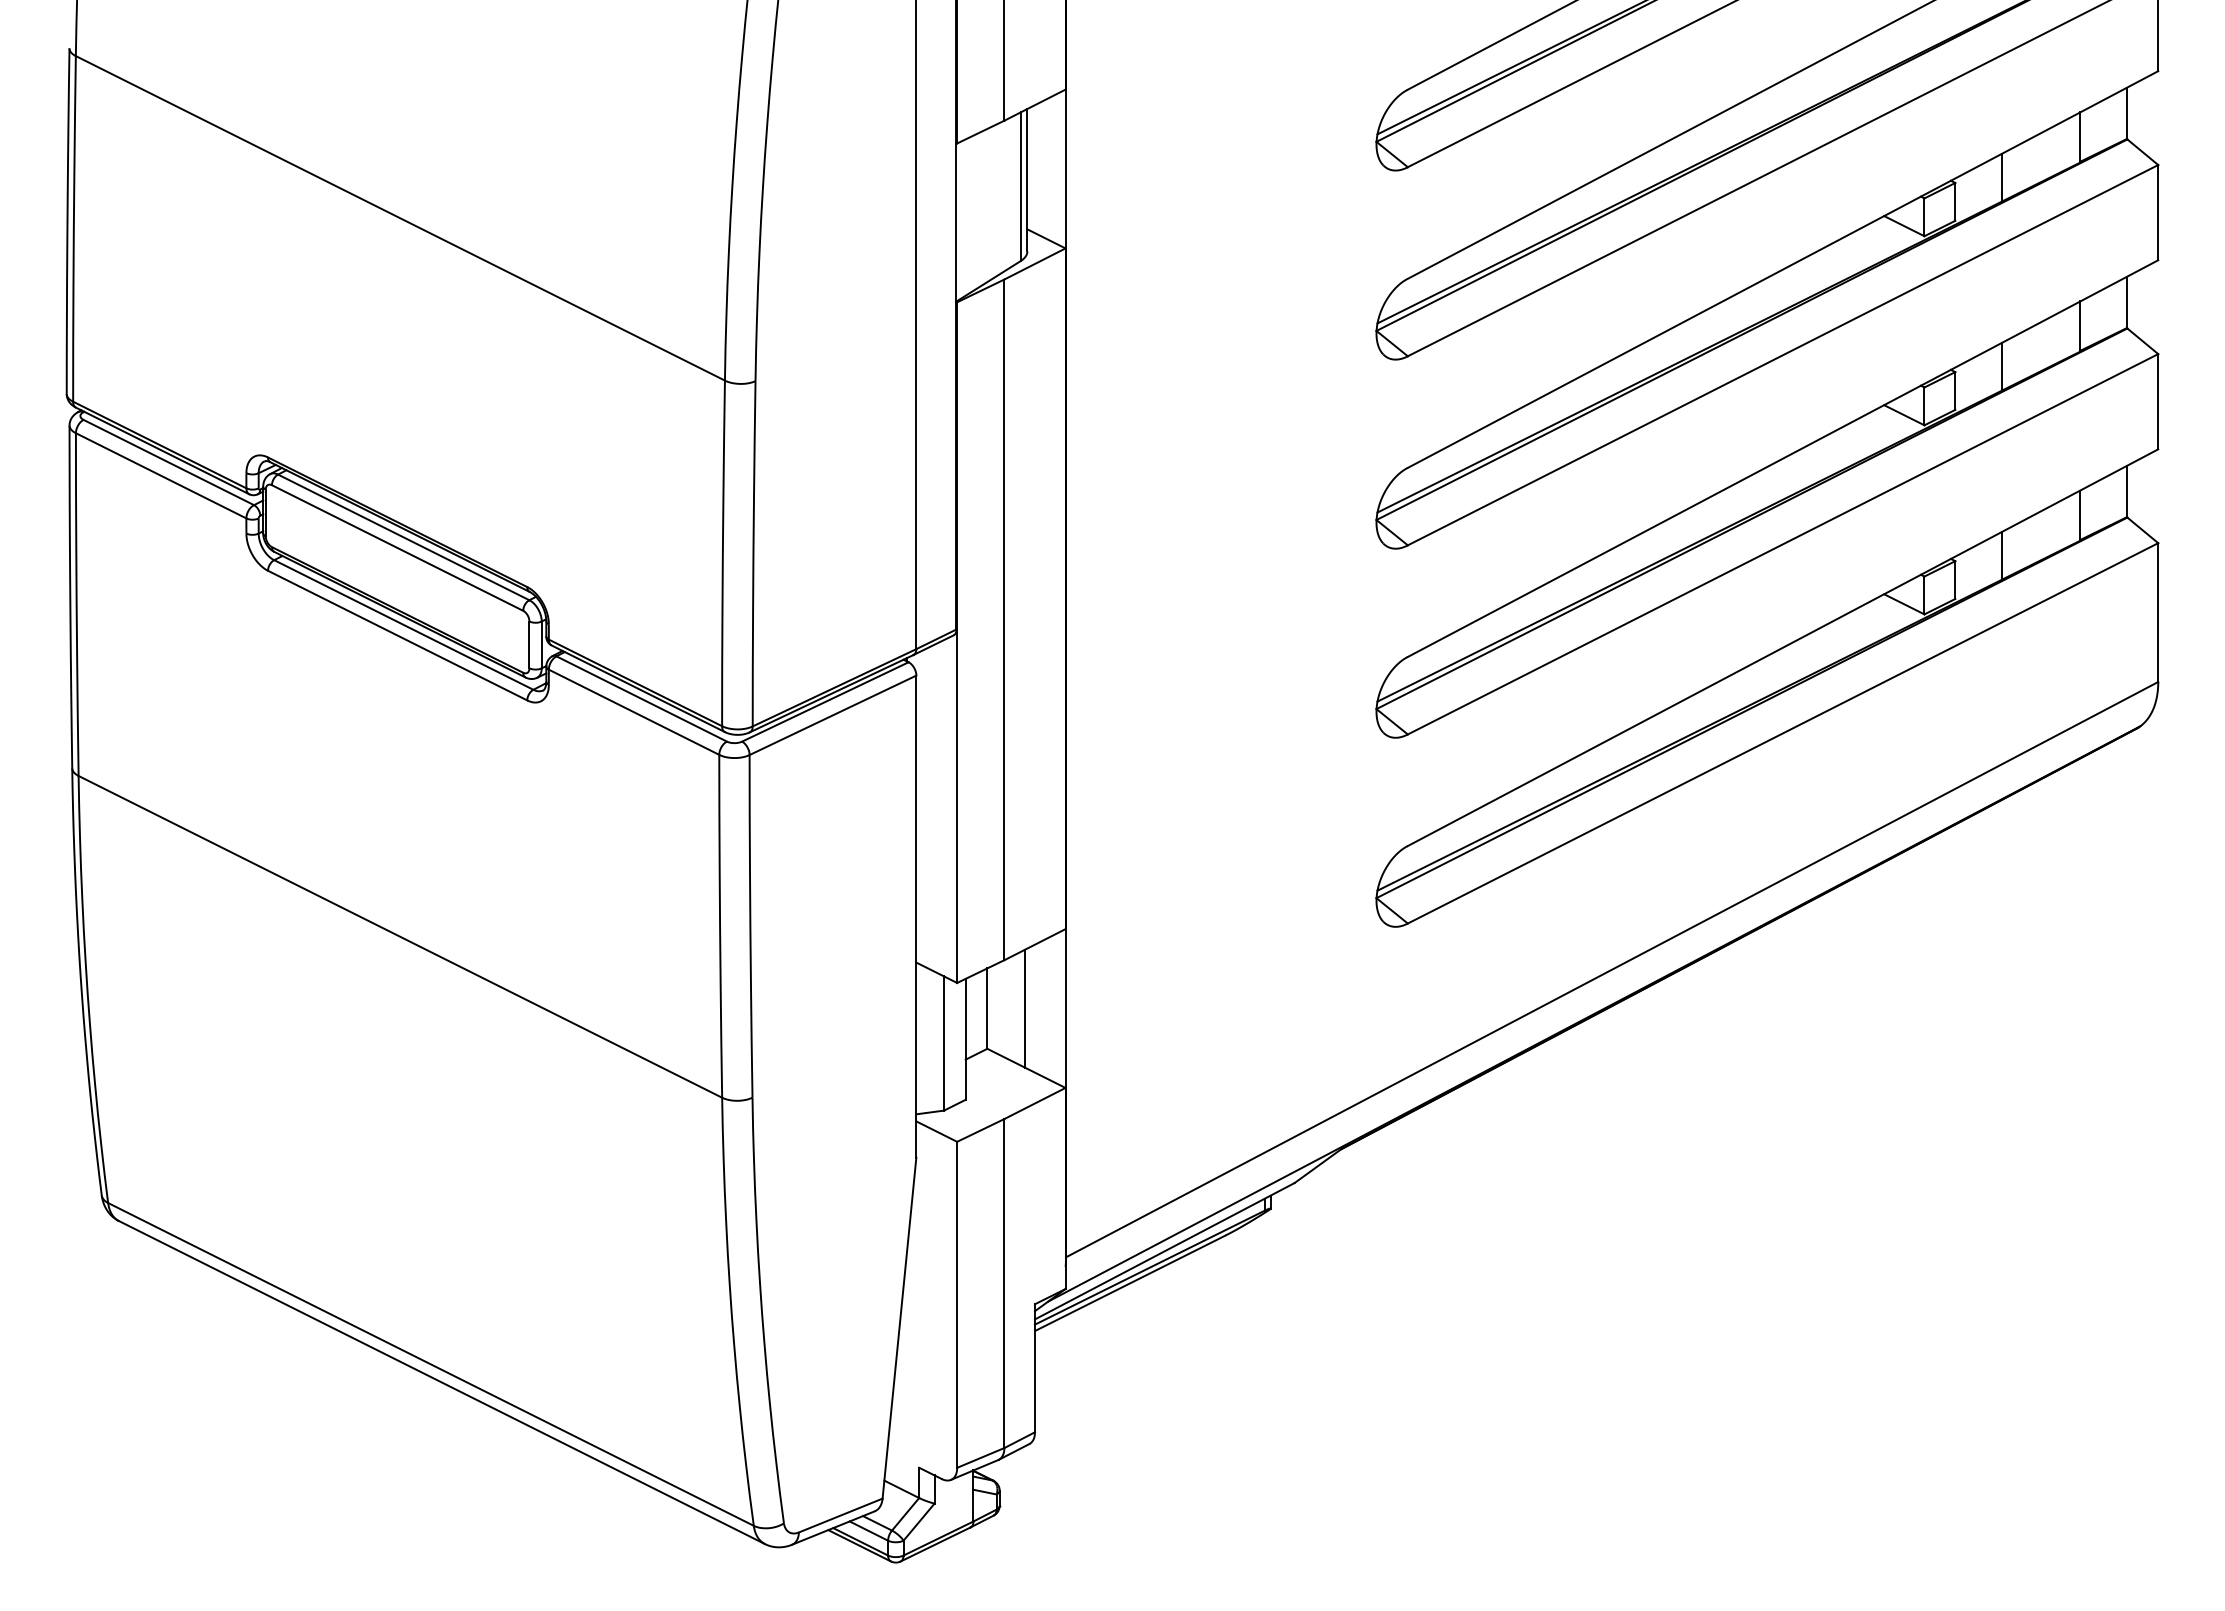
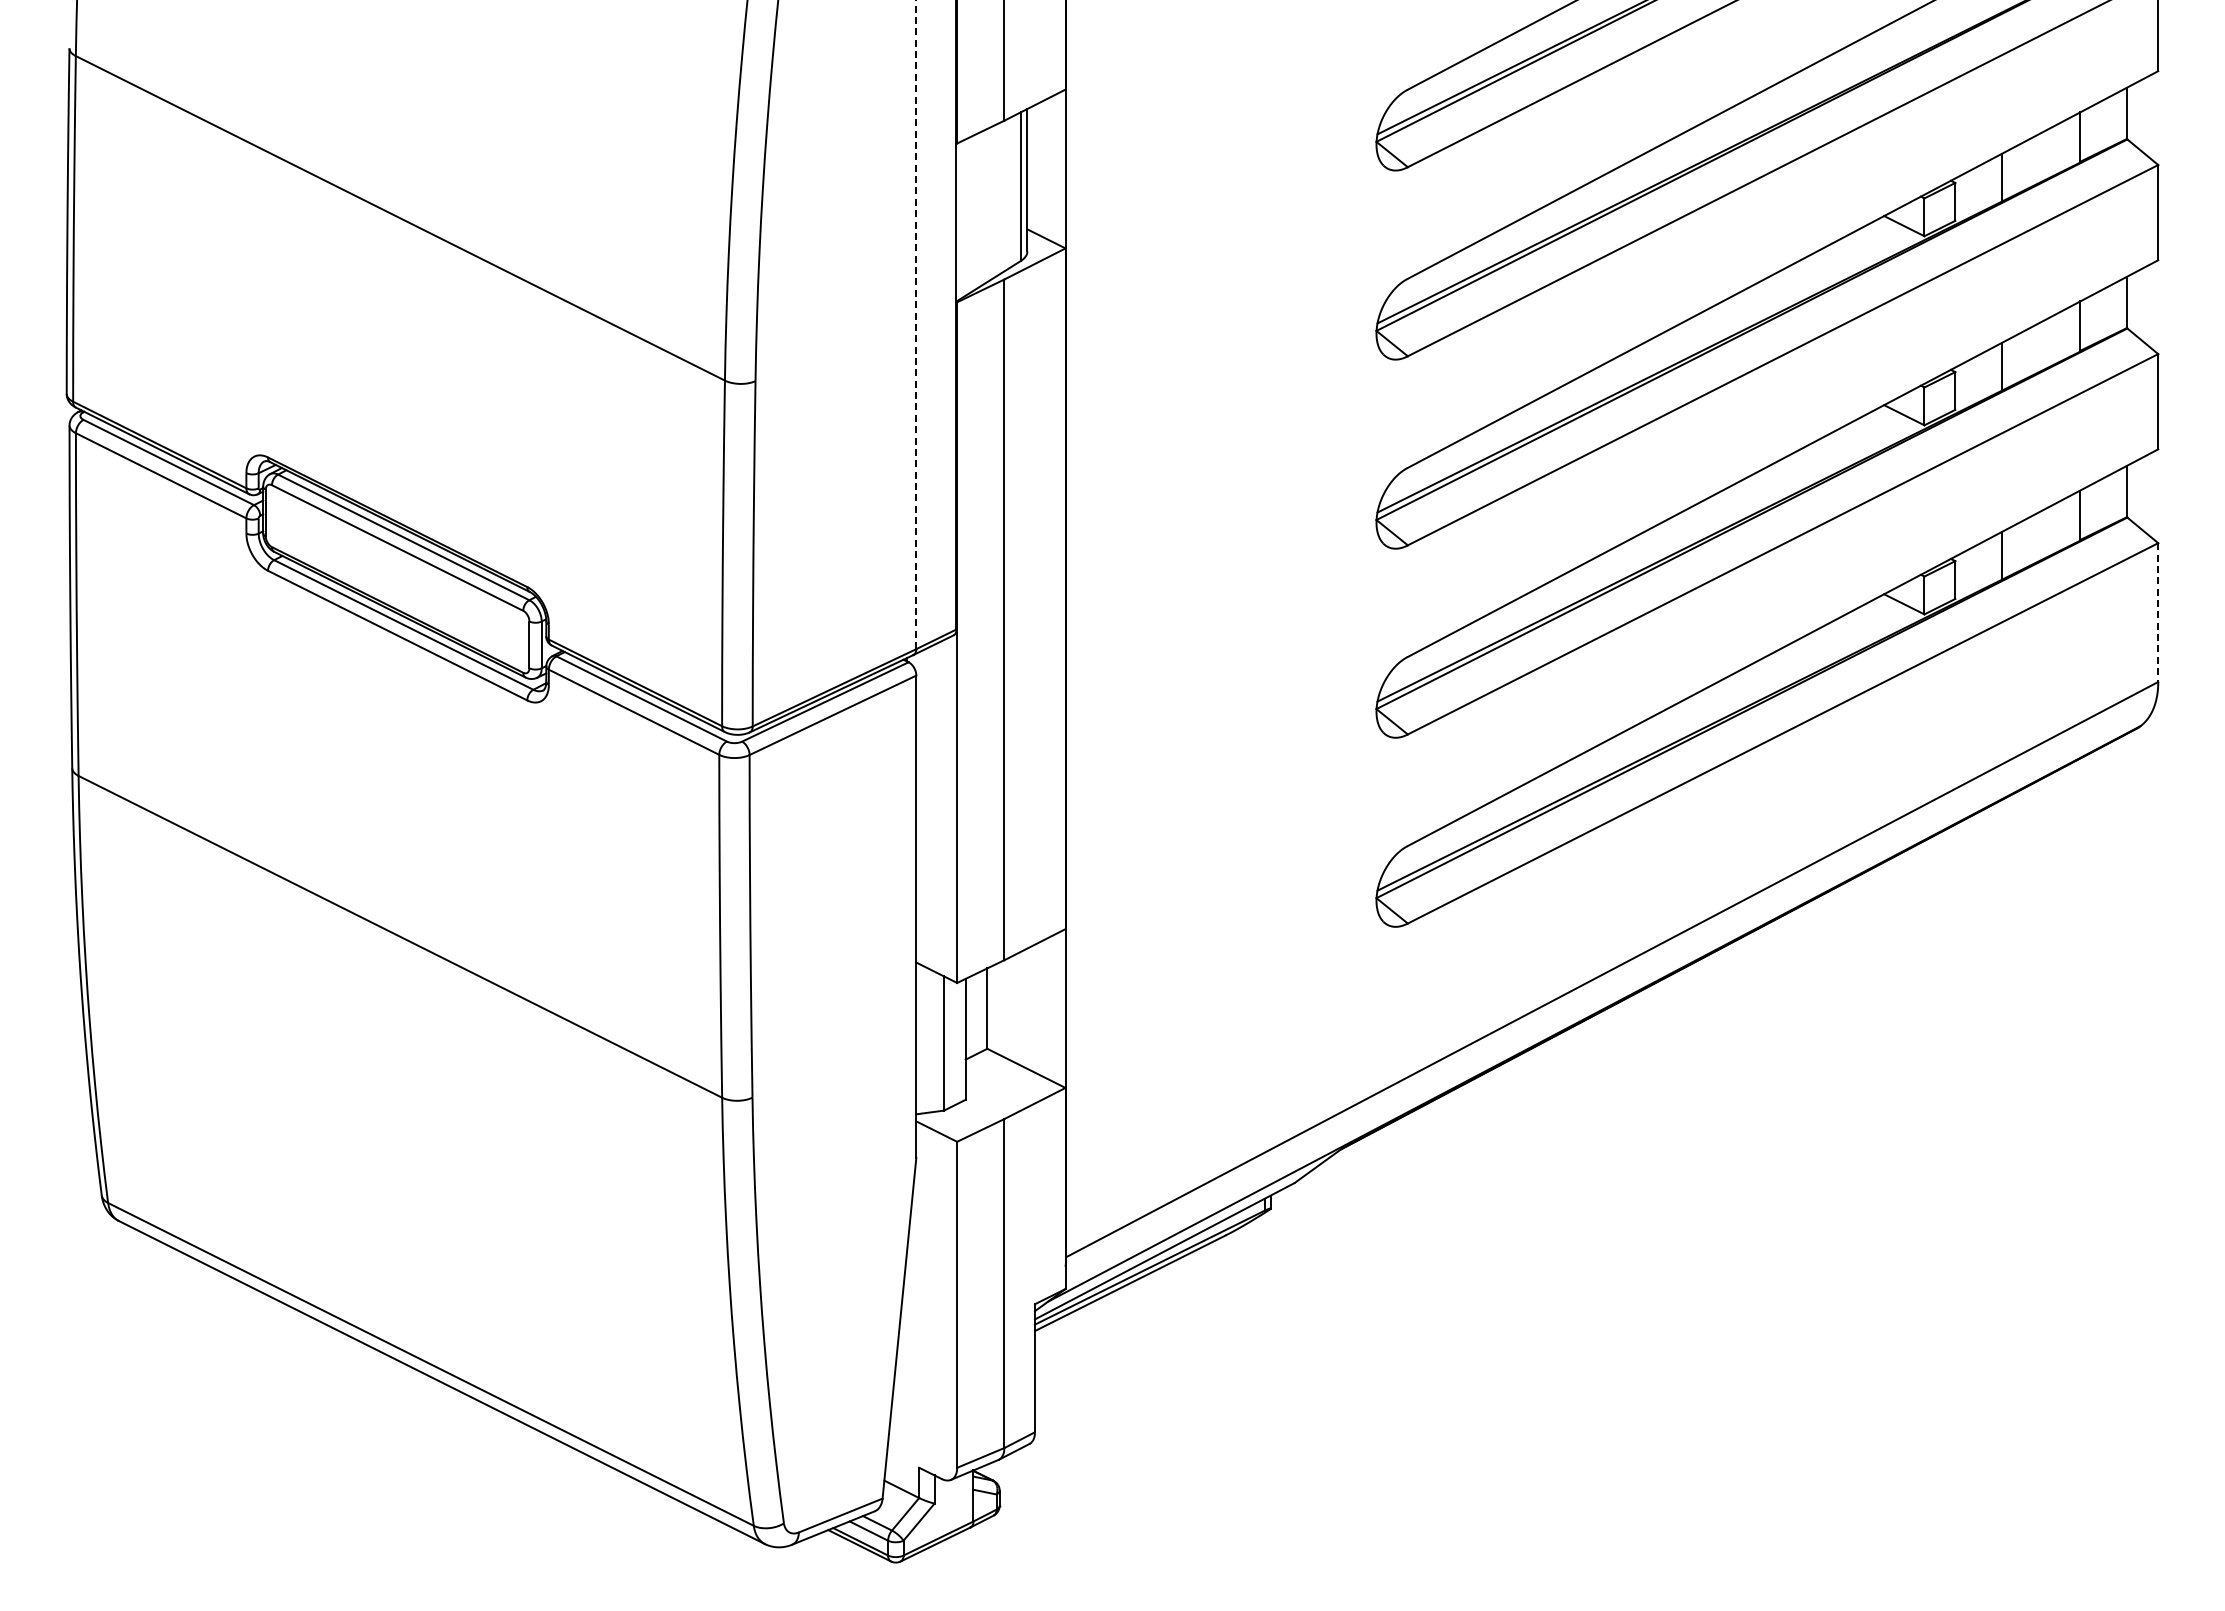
line at (916, 324): solid -> dashed
line at (2158, 613): solid -> dashed
line at (1025, 1008): present -> none
